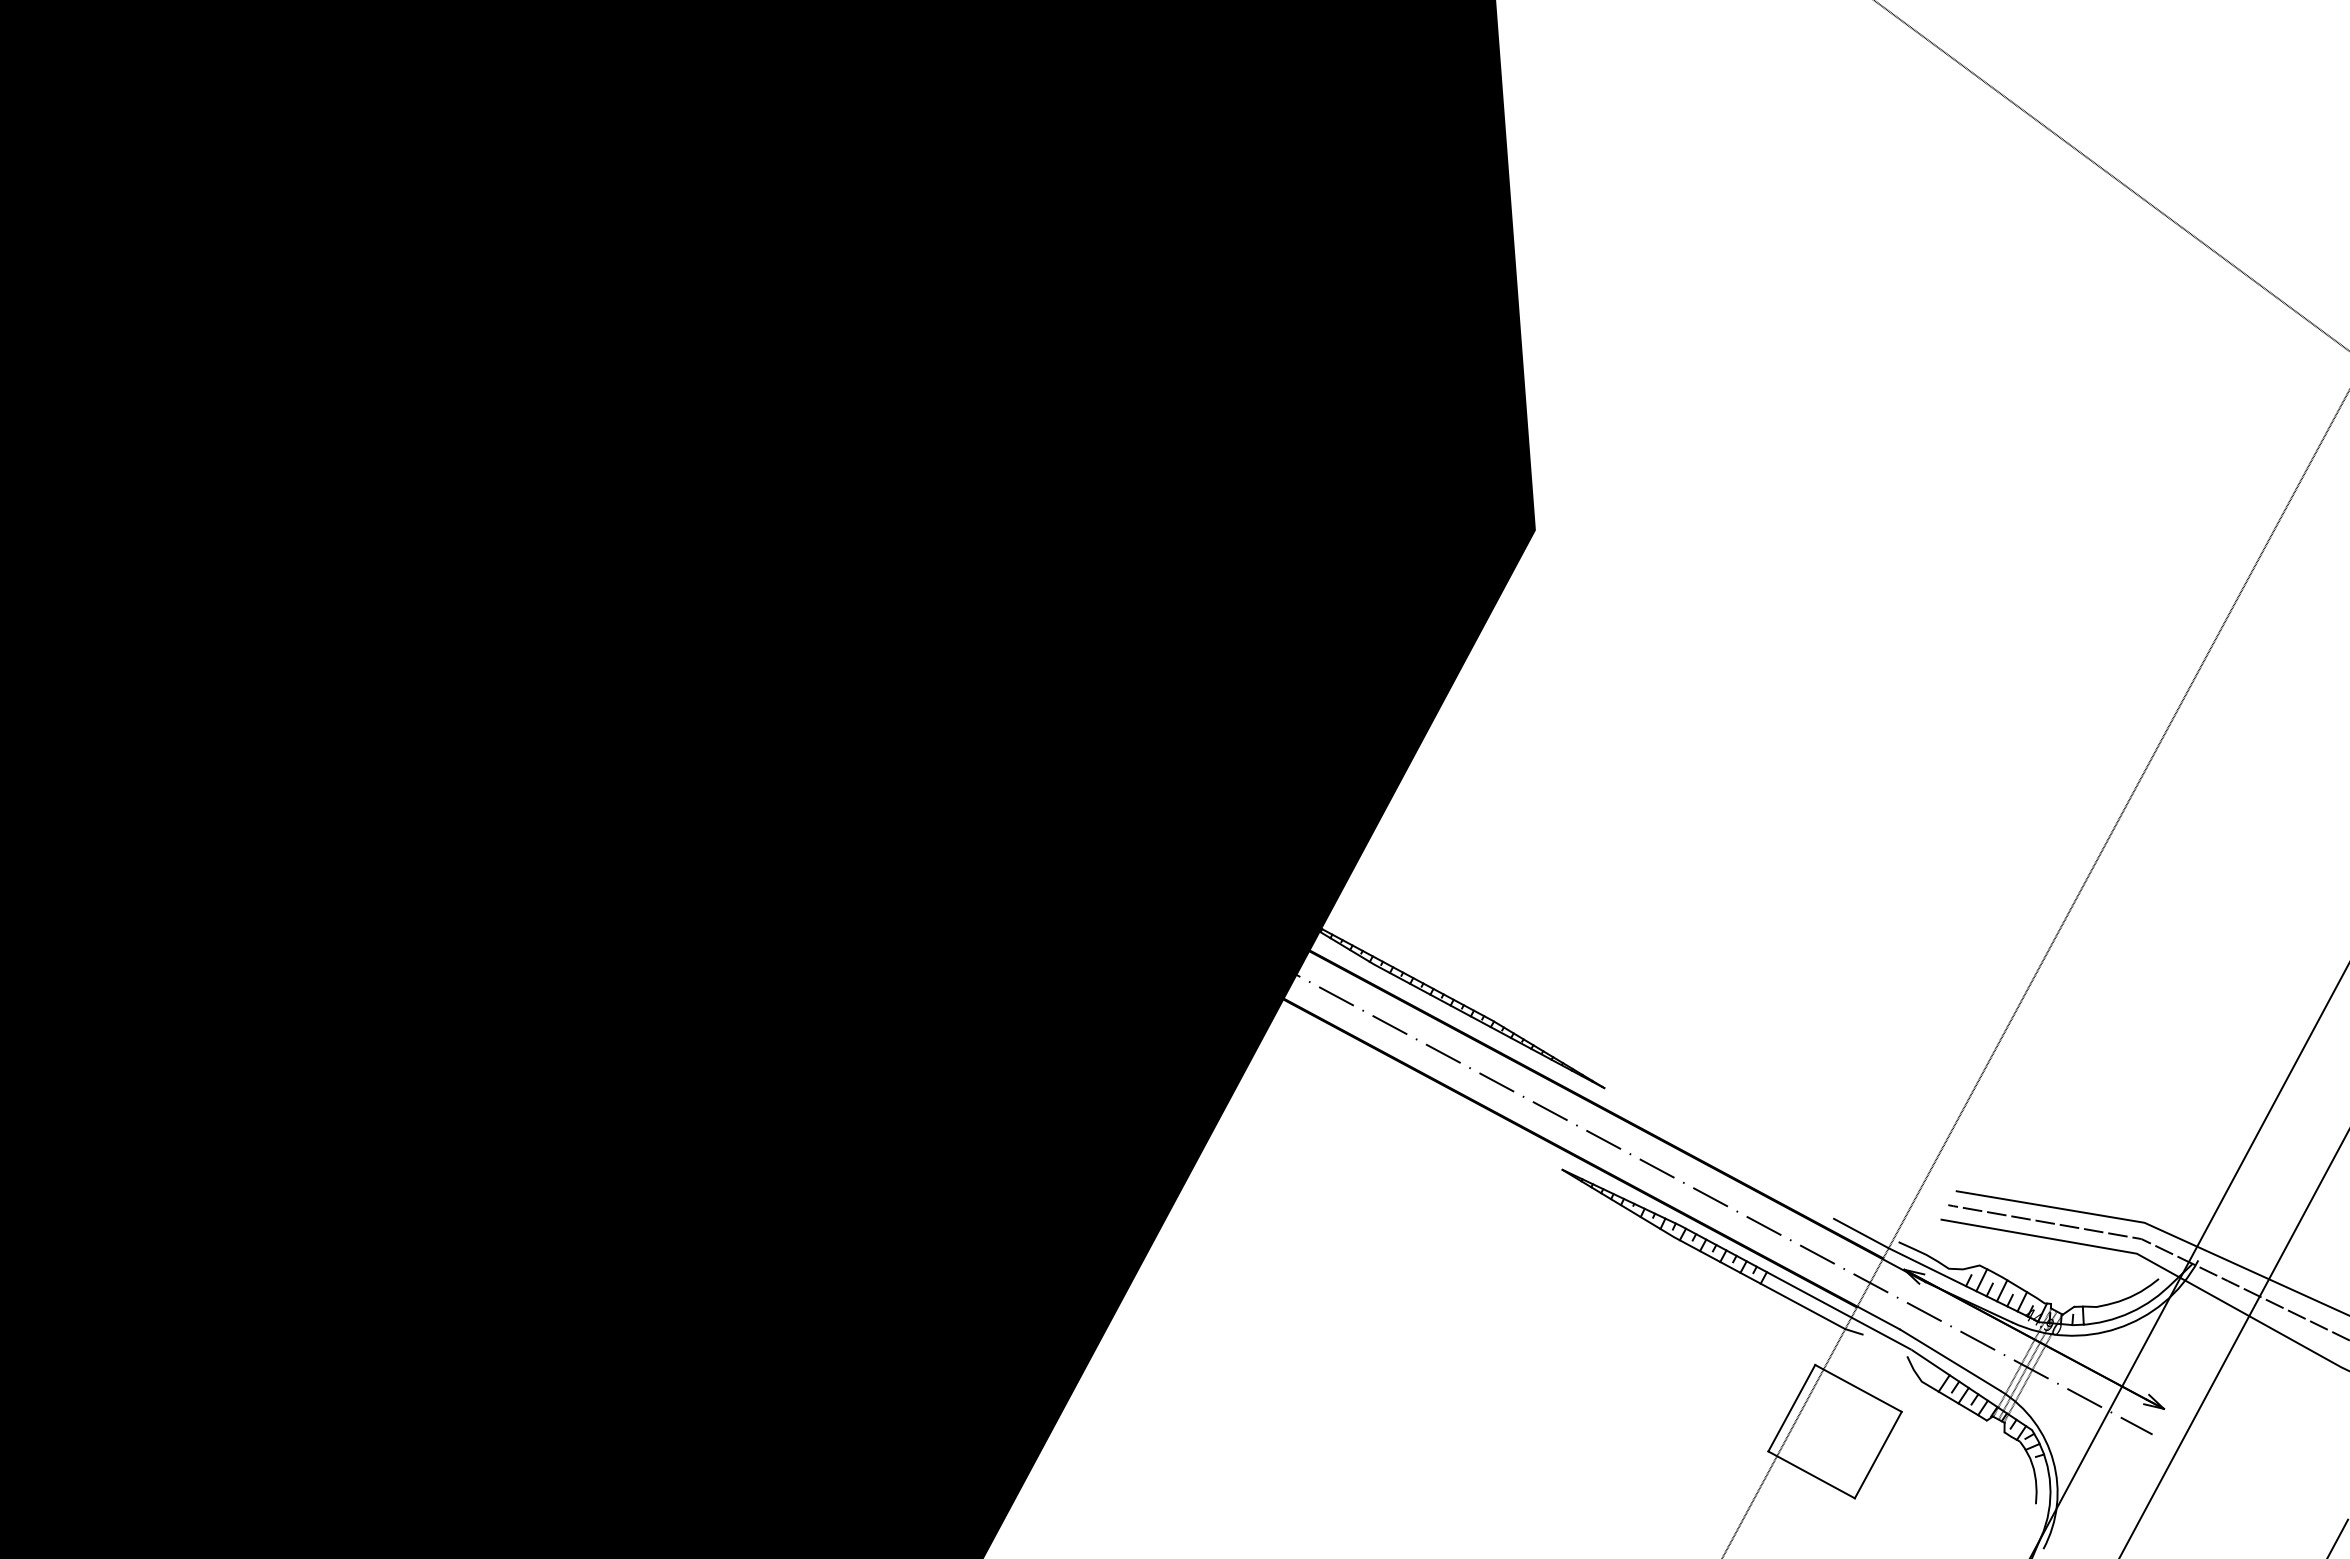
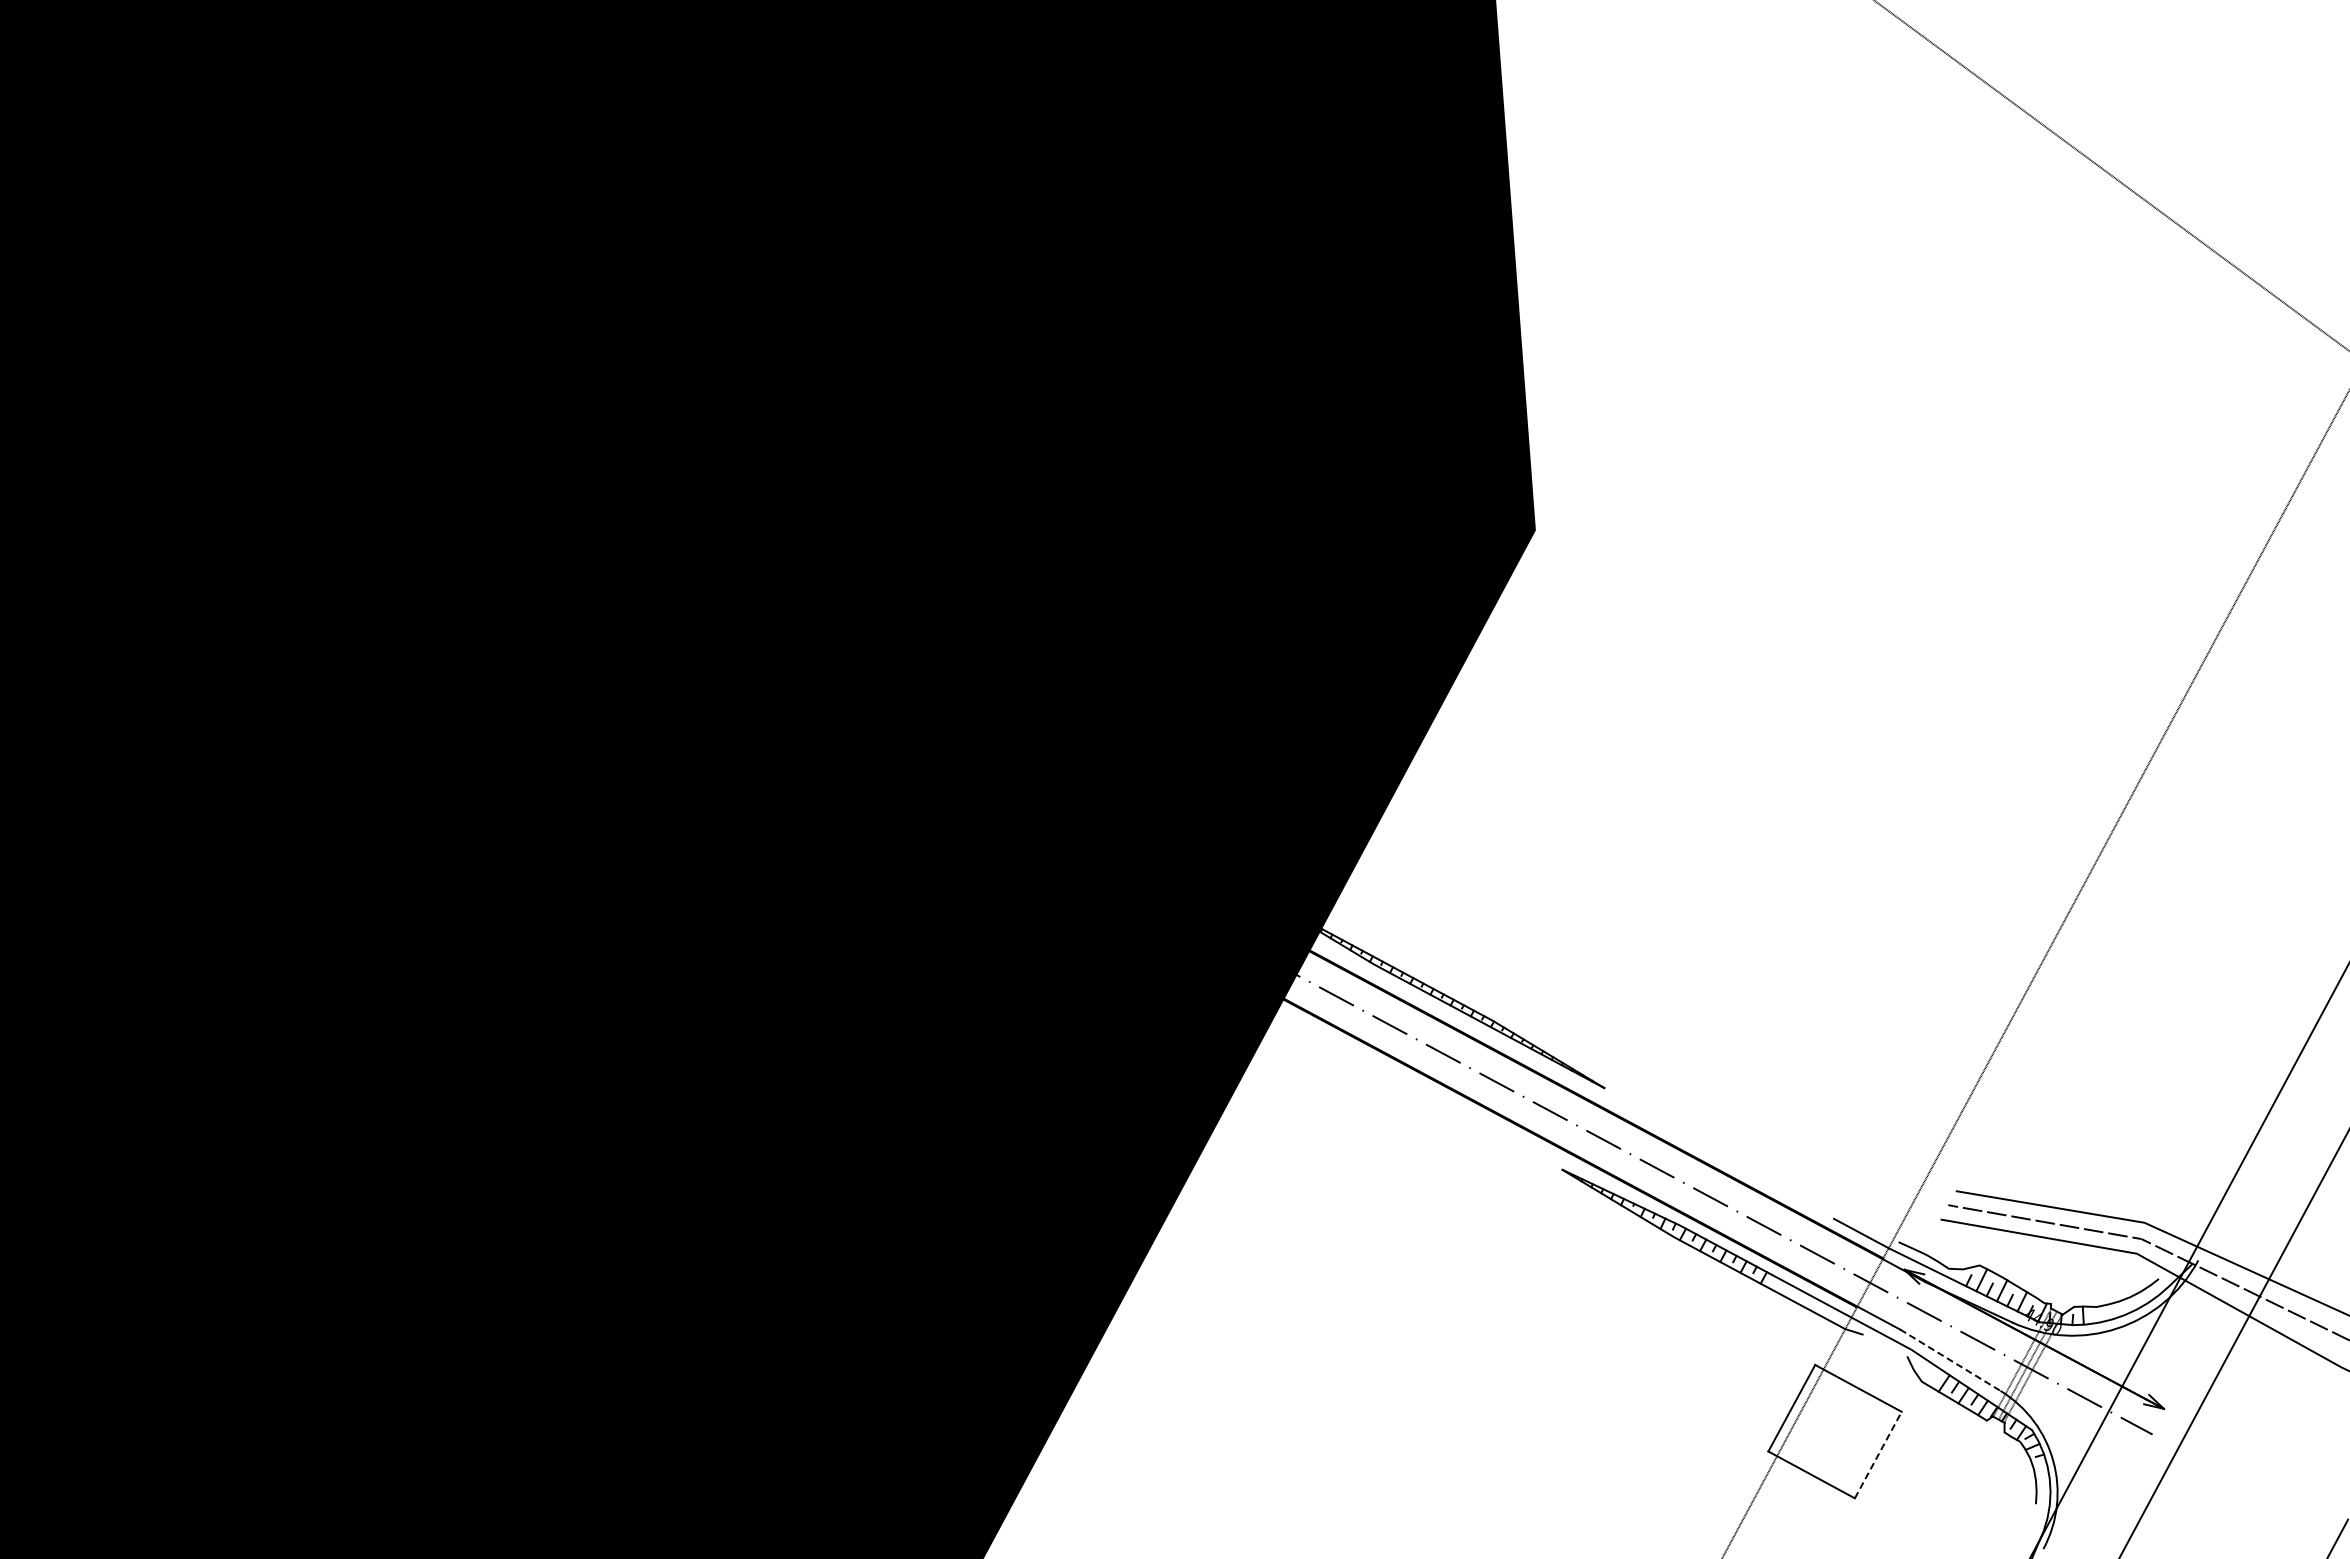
line at (1950, 1360): solid -> dashed
line at (1878, 1454): solid -> dashed
